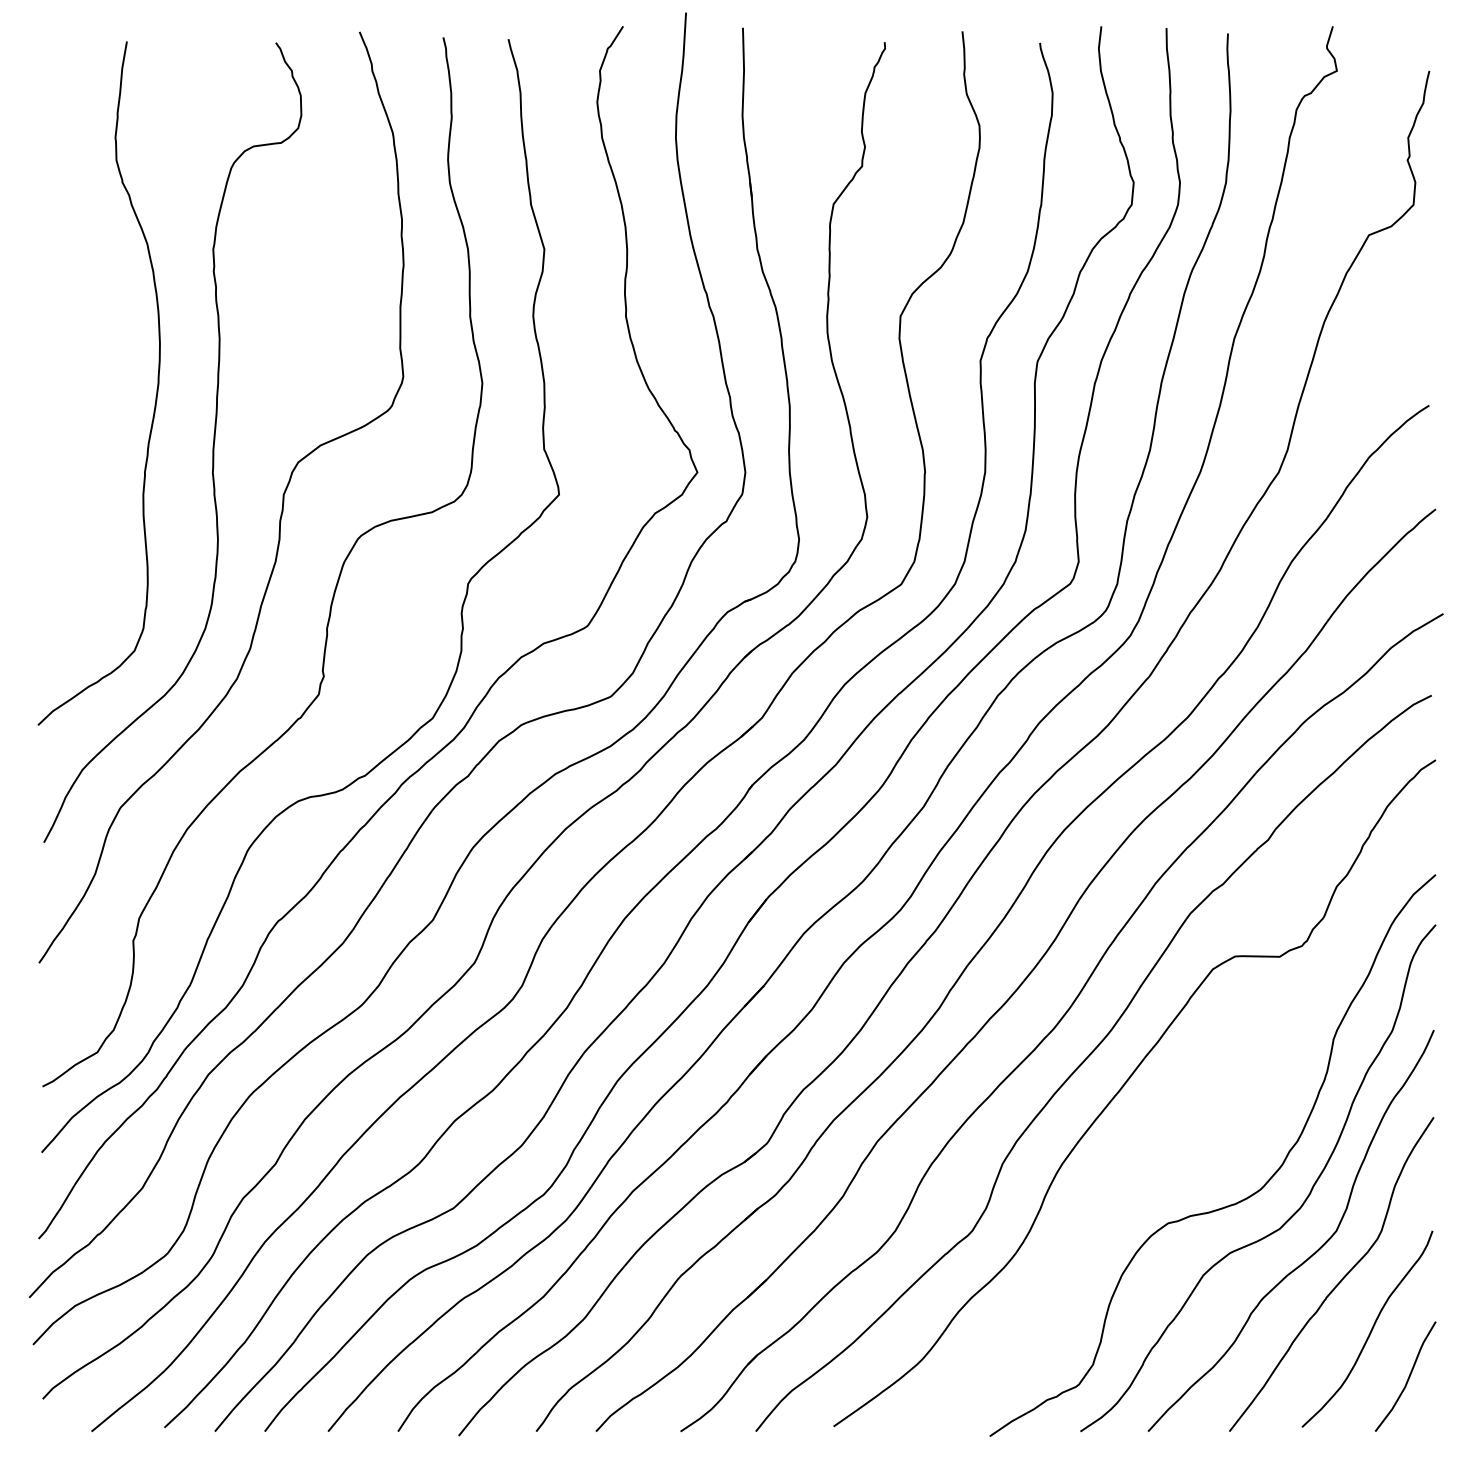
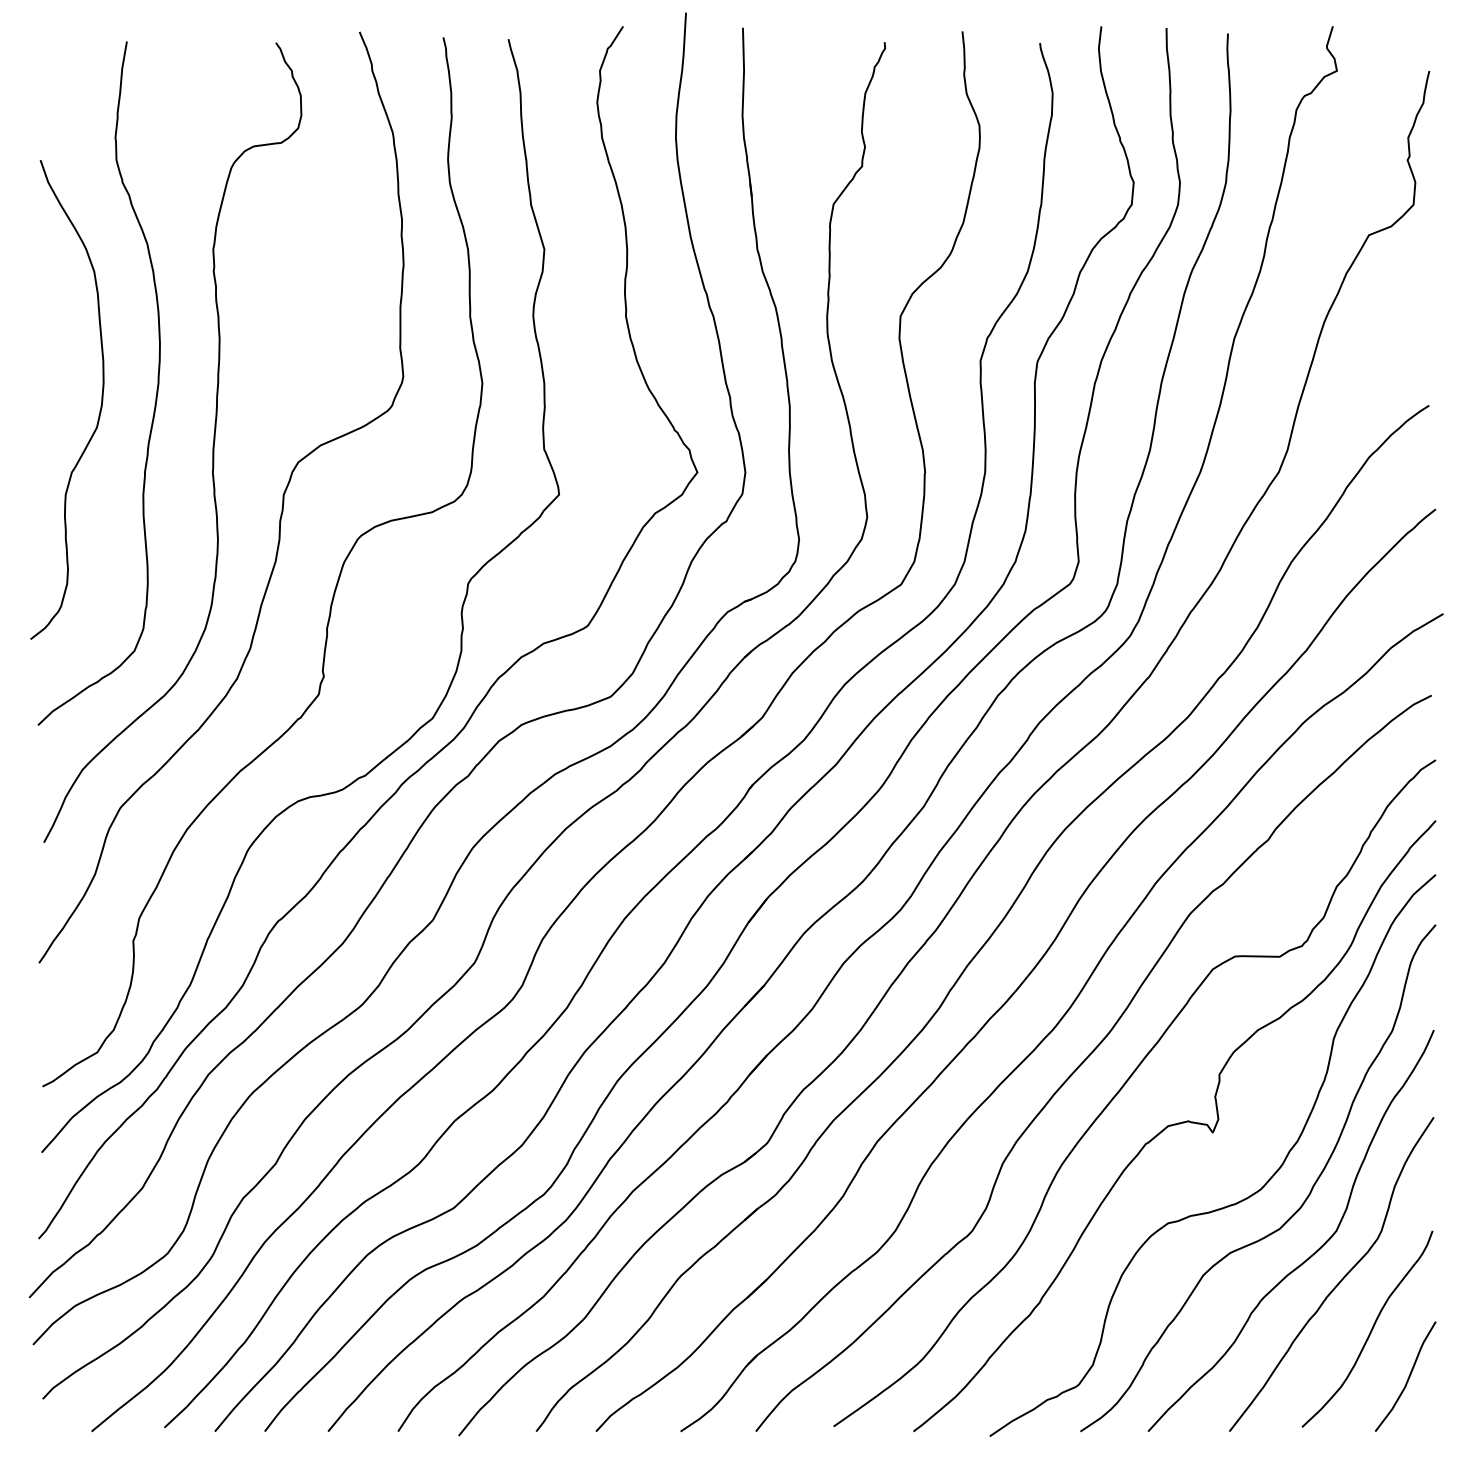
curve at (100, 406): none -> present
curve at (1174, 1125): none -> present
